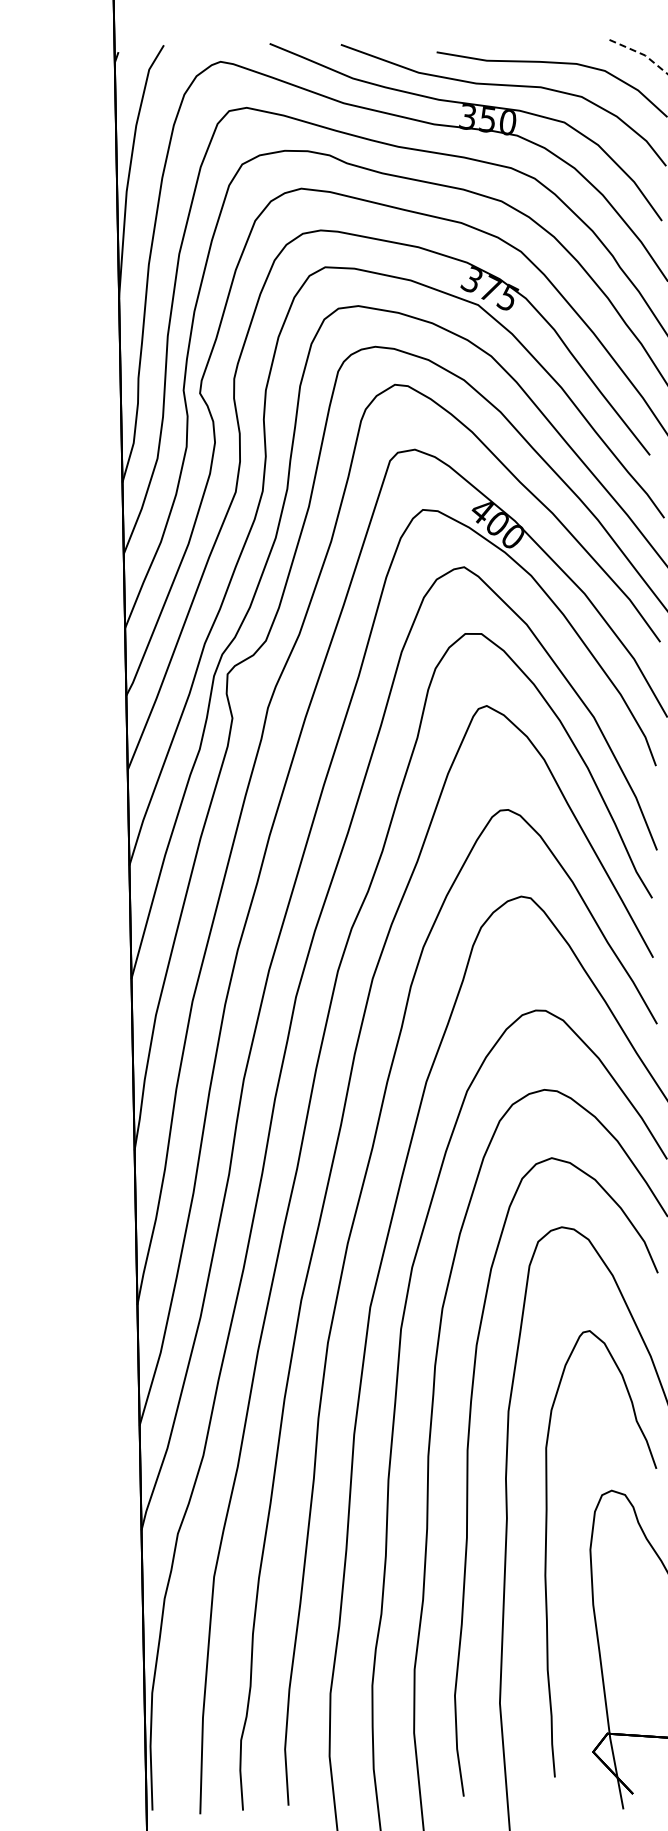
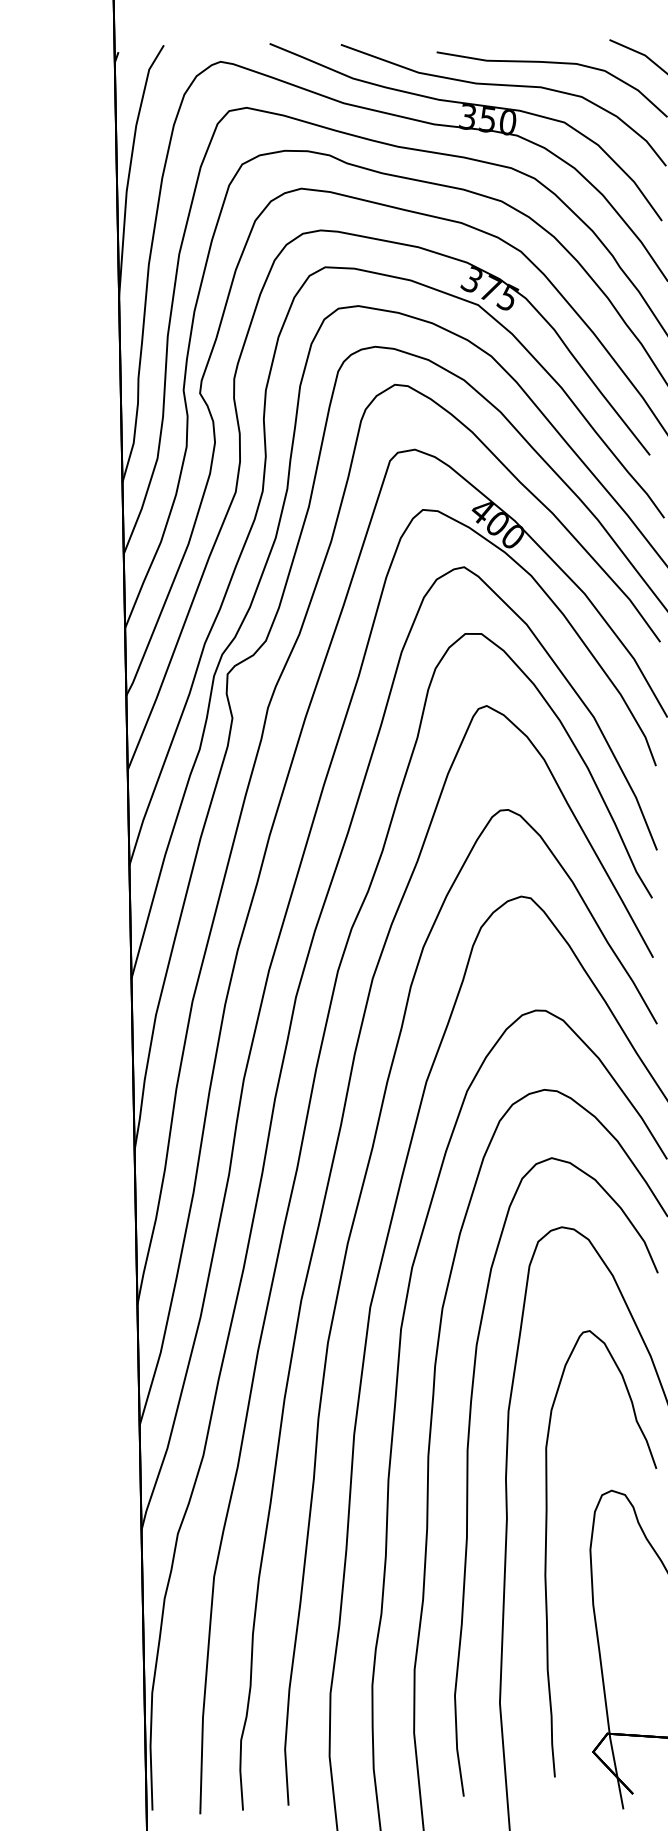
line at (641, 53): dashed -> solid
